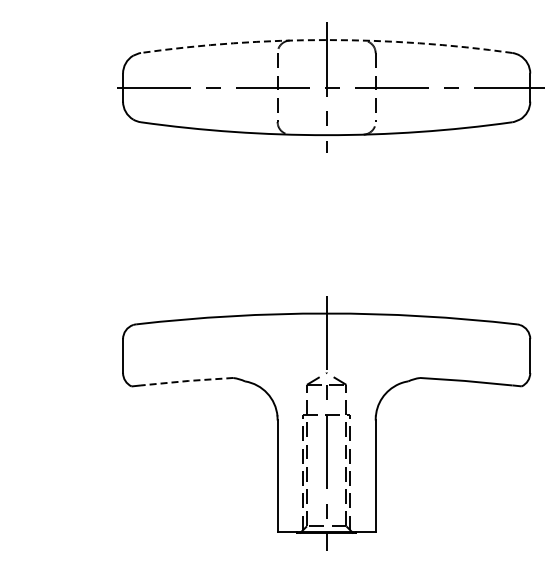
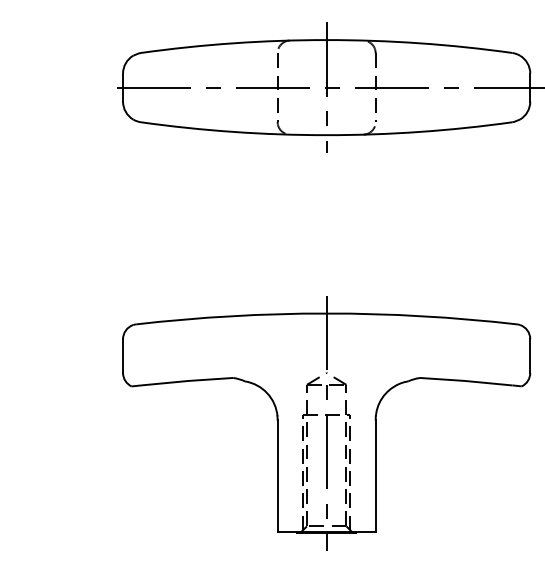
arc at (326, 40): dashed -> solid
line at (187, 381): dashed -> solid
